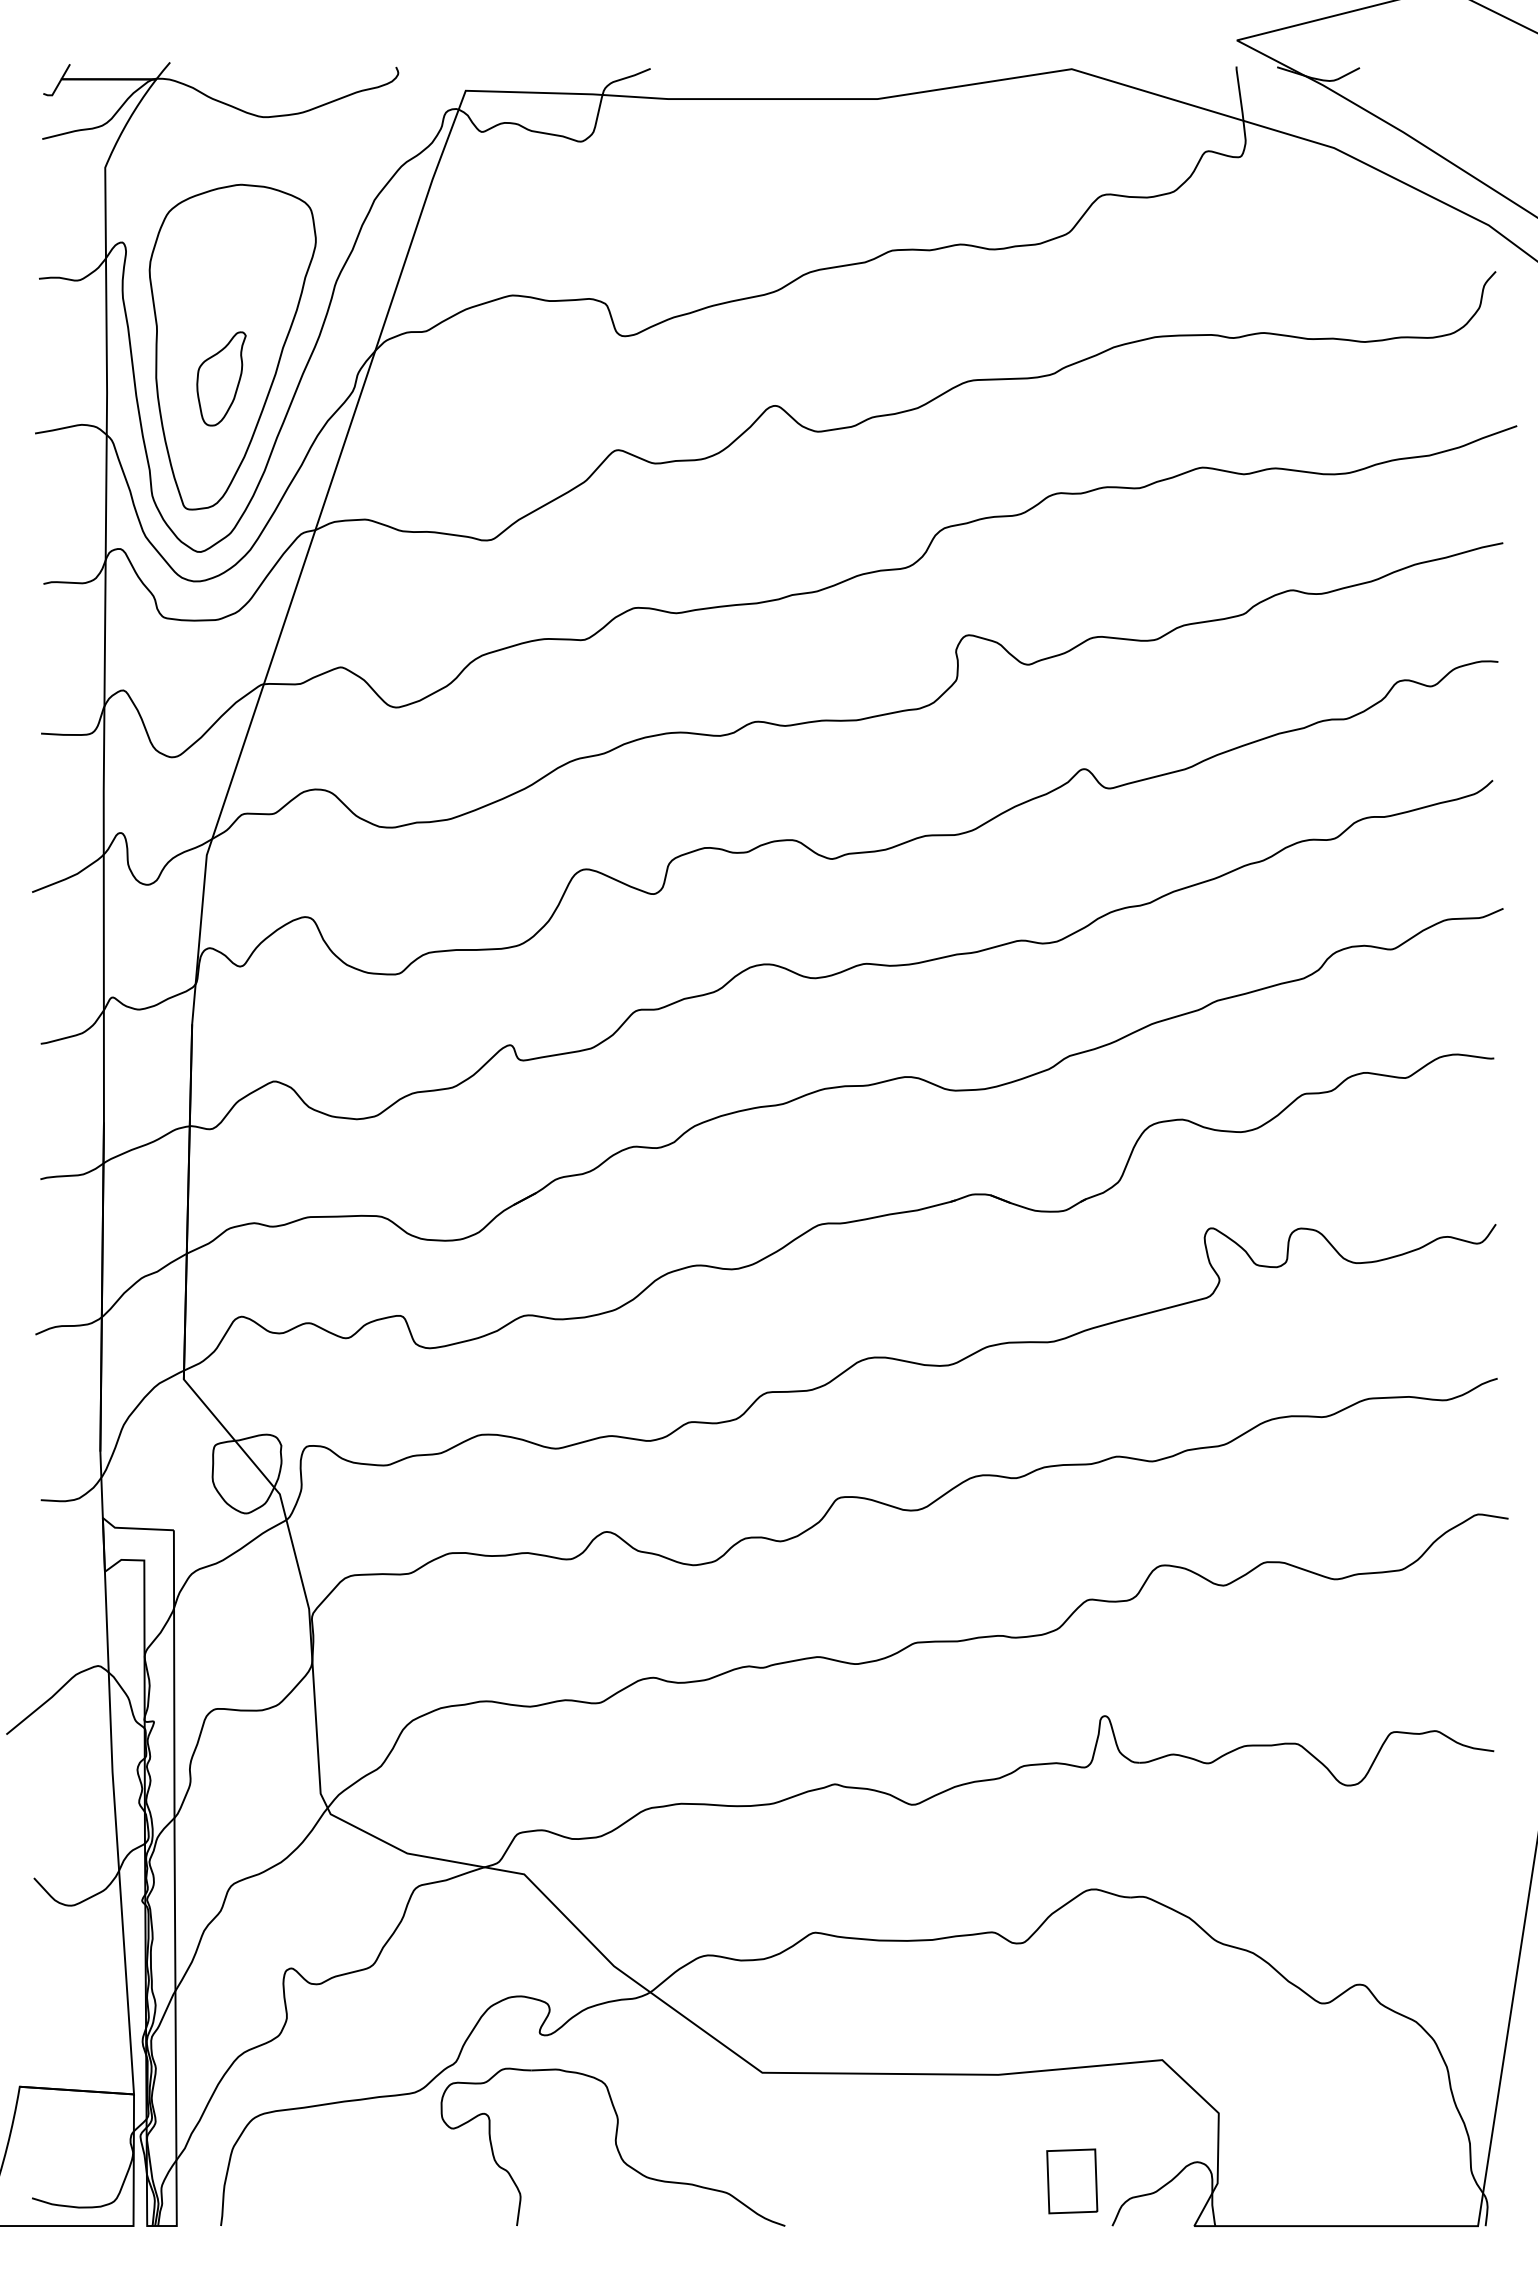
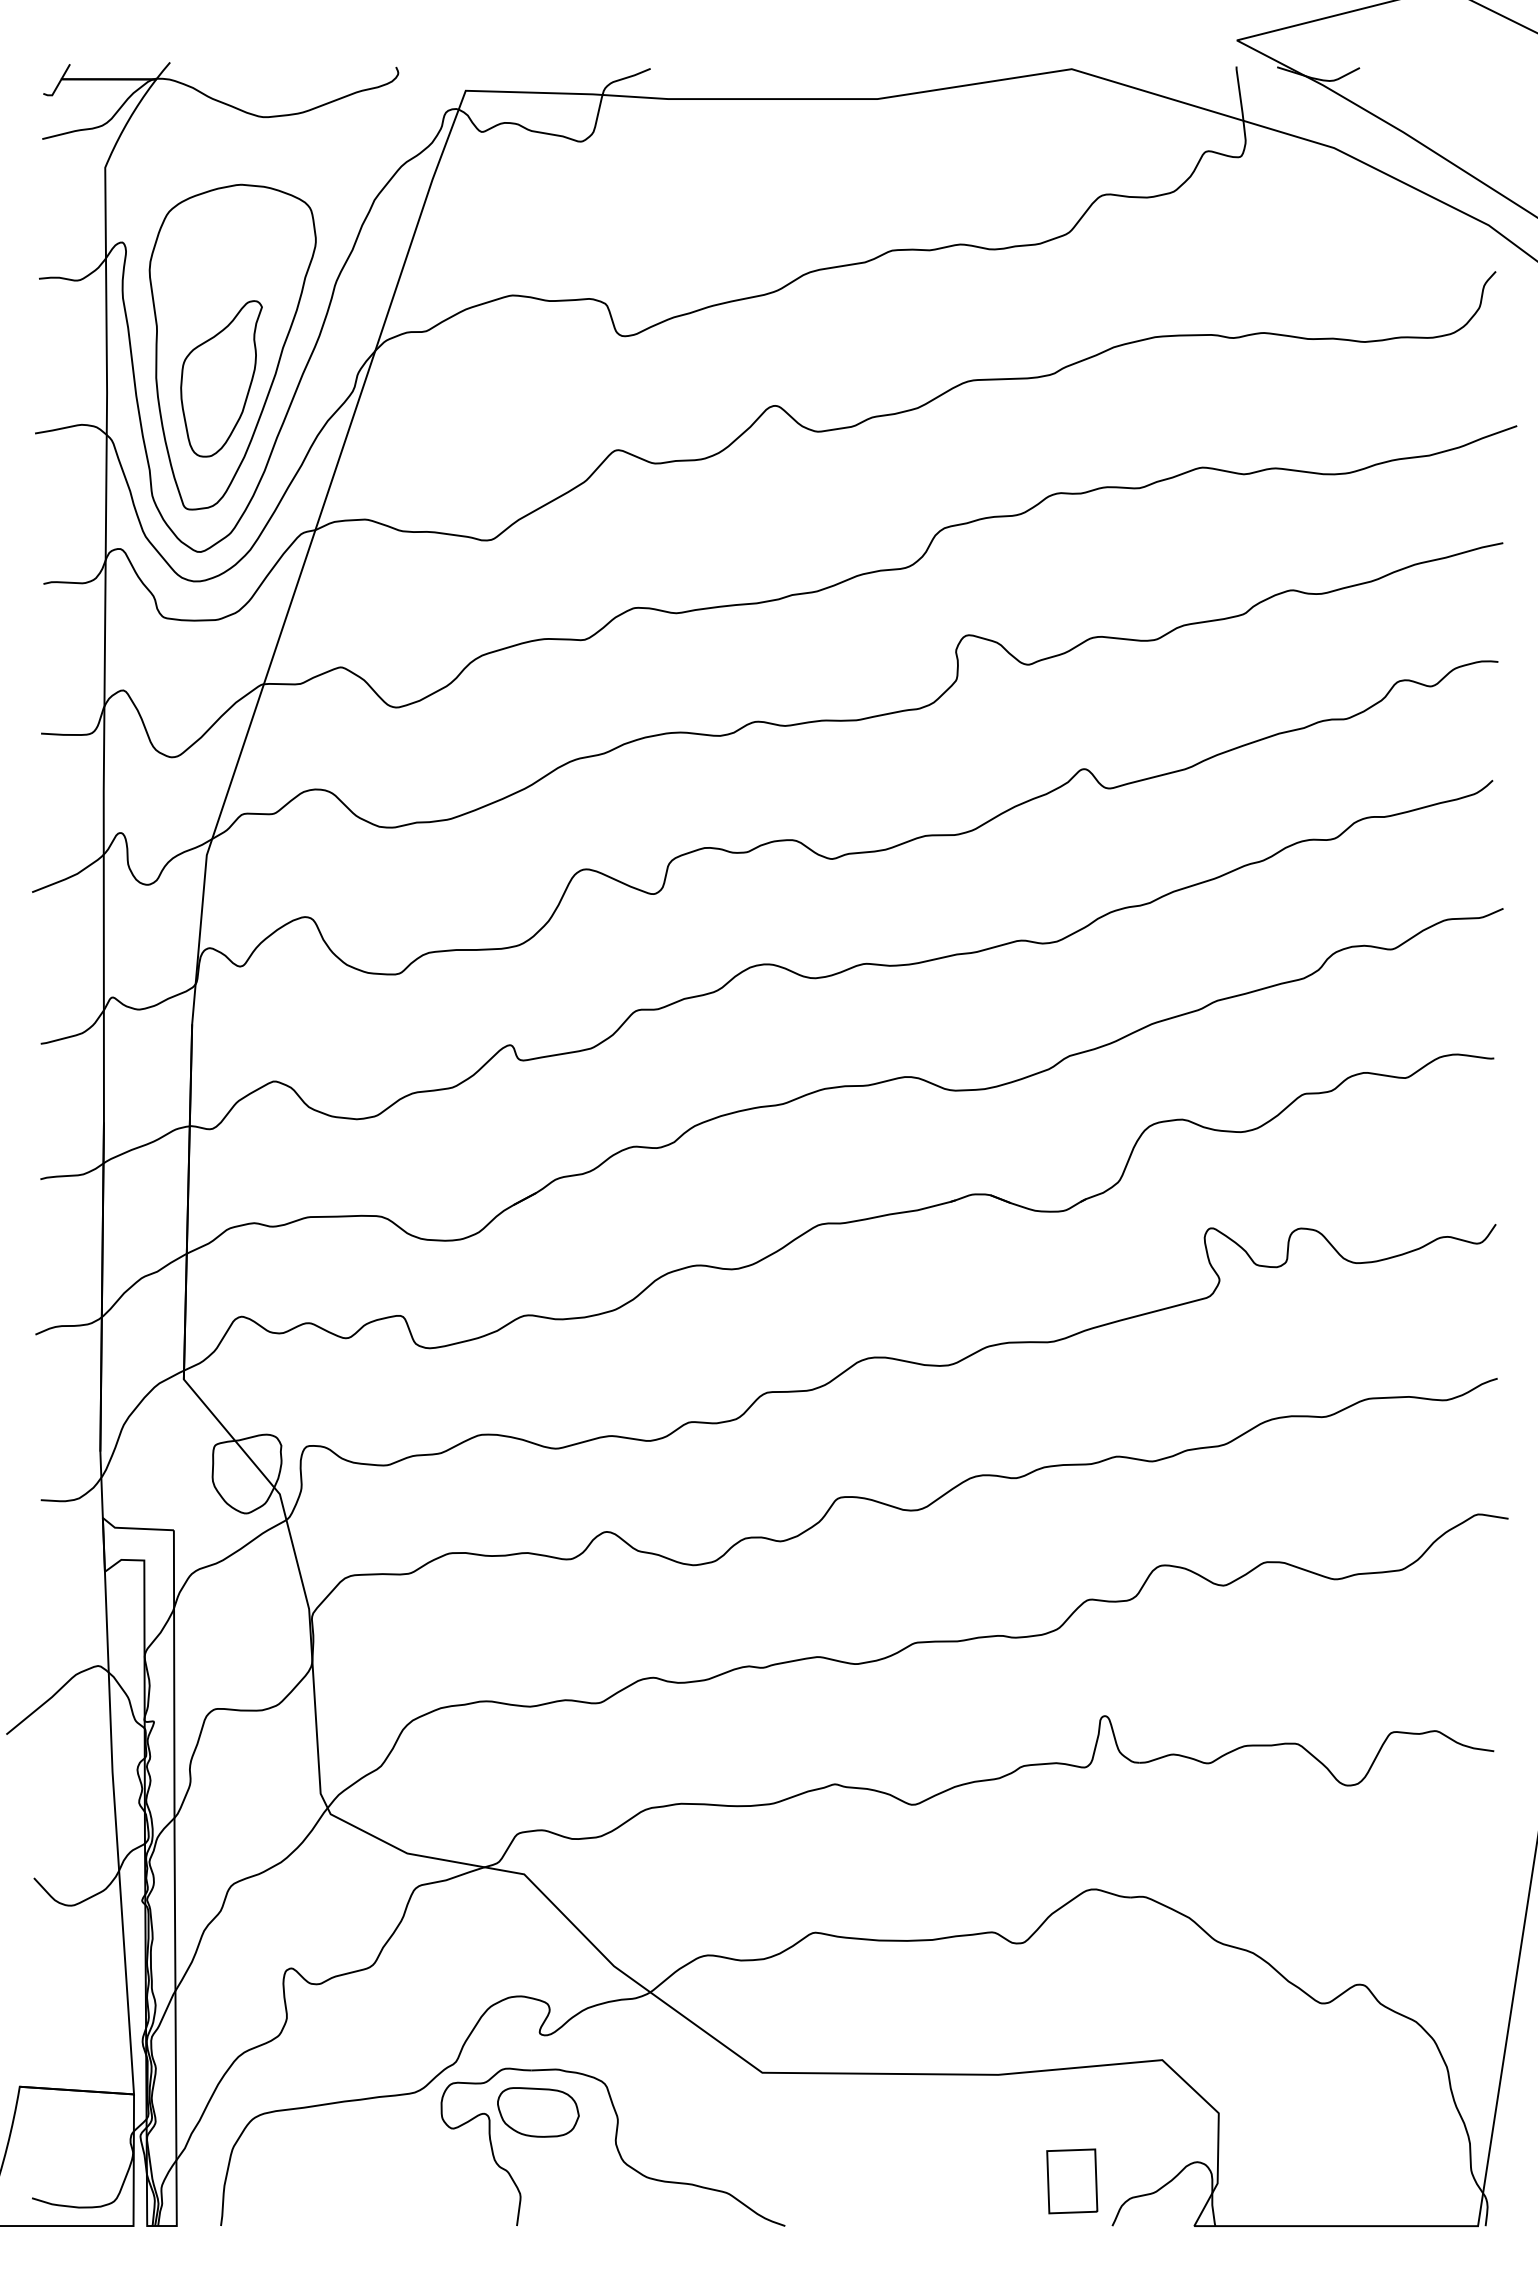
part at (221, 378) size: 51x96 px -> 83x158 px
part at (538, 2112): none -> present
